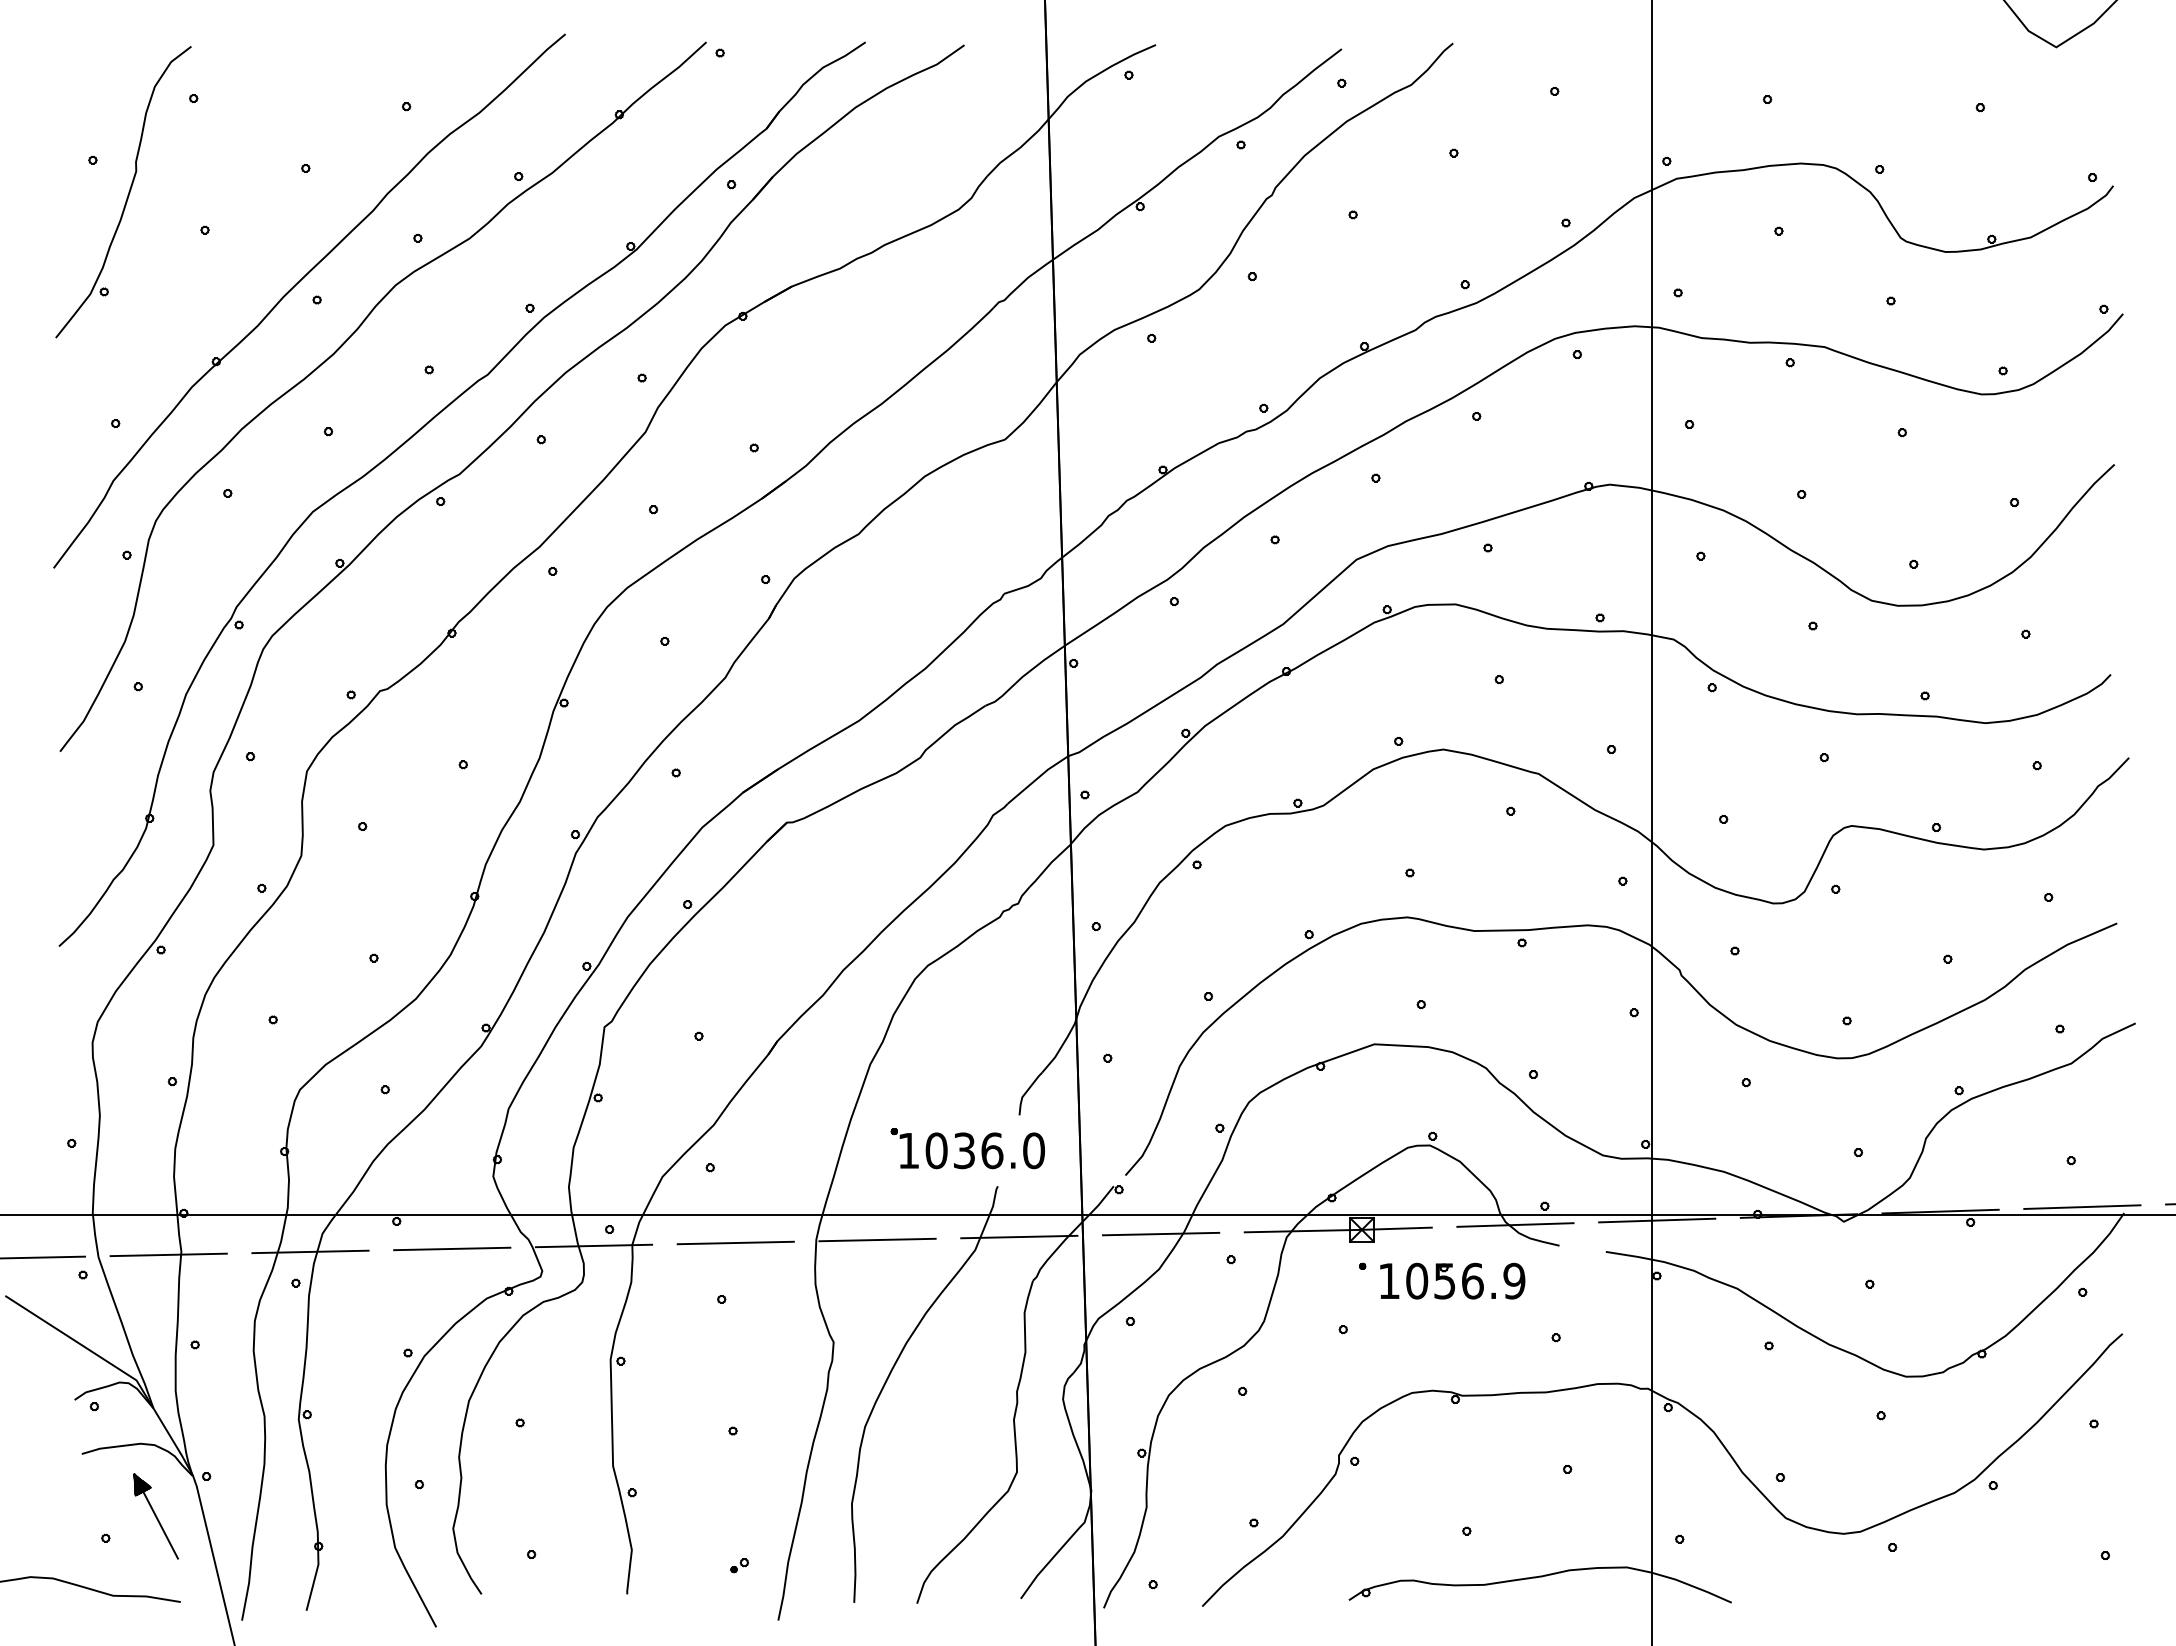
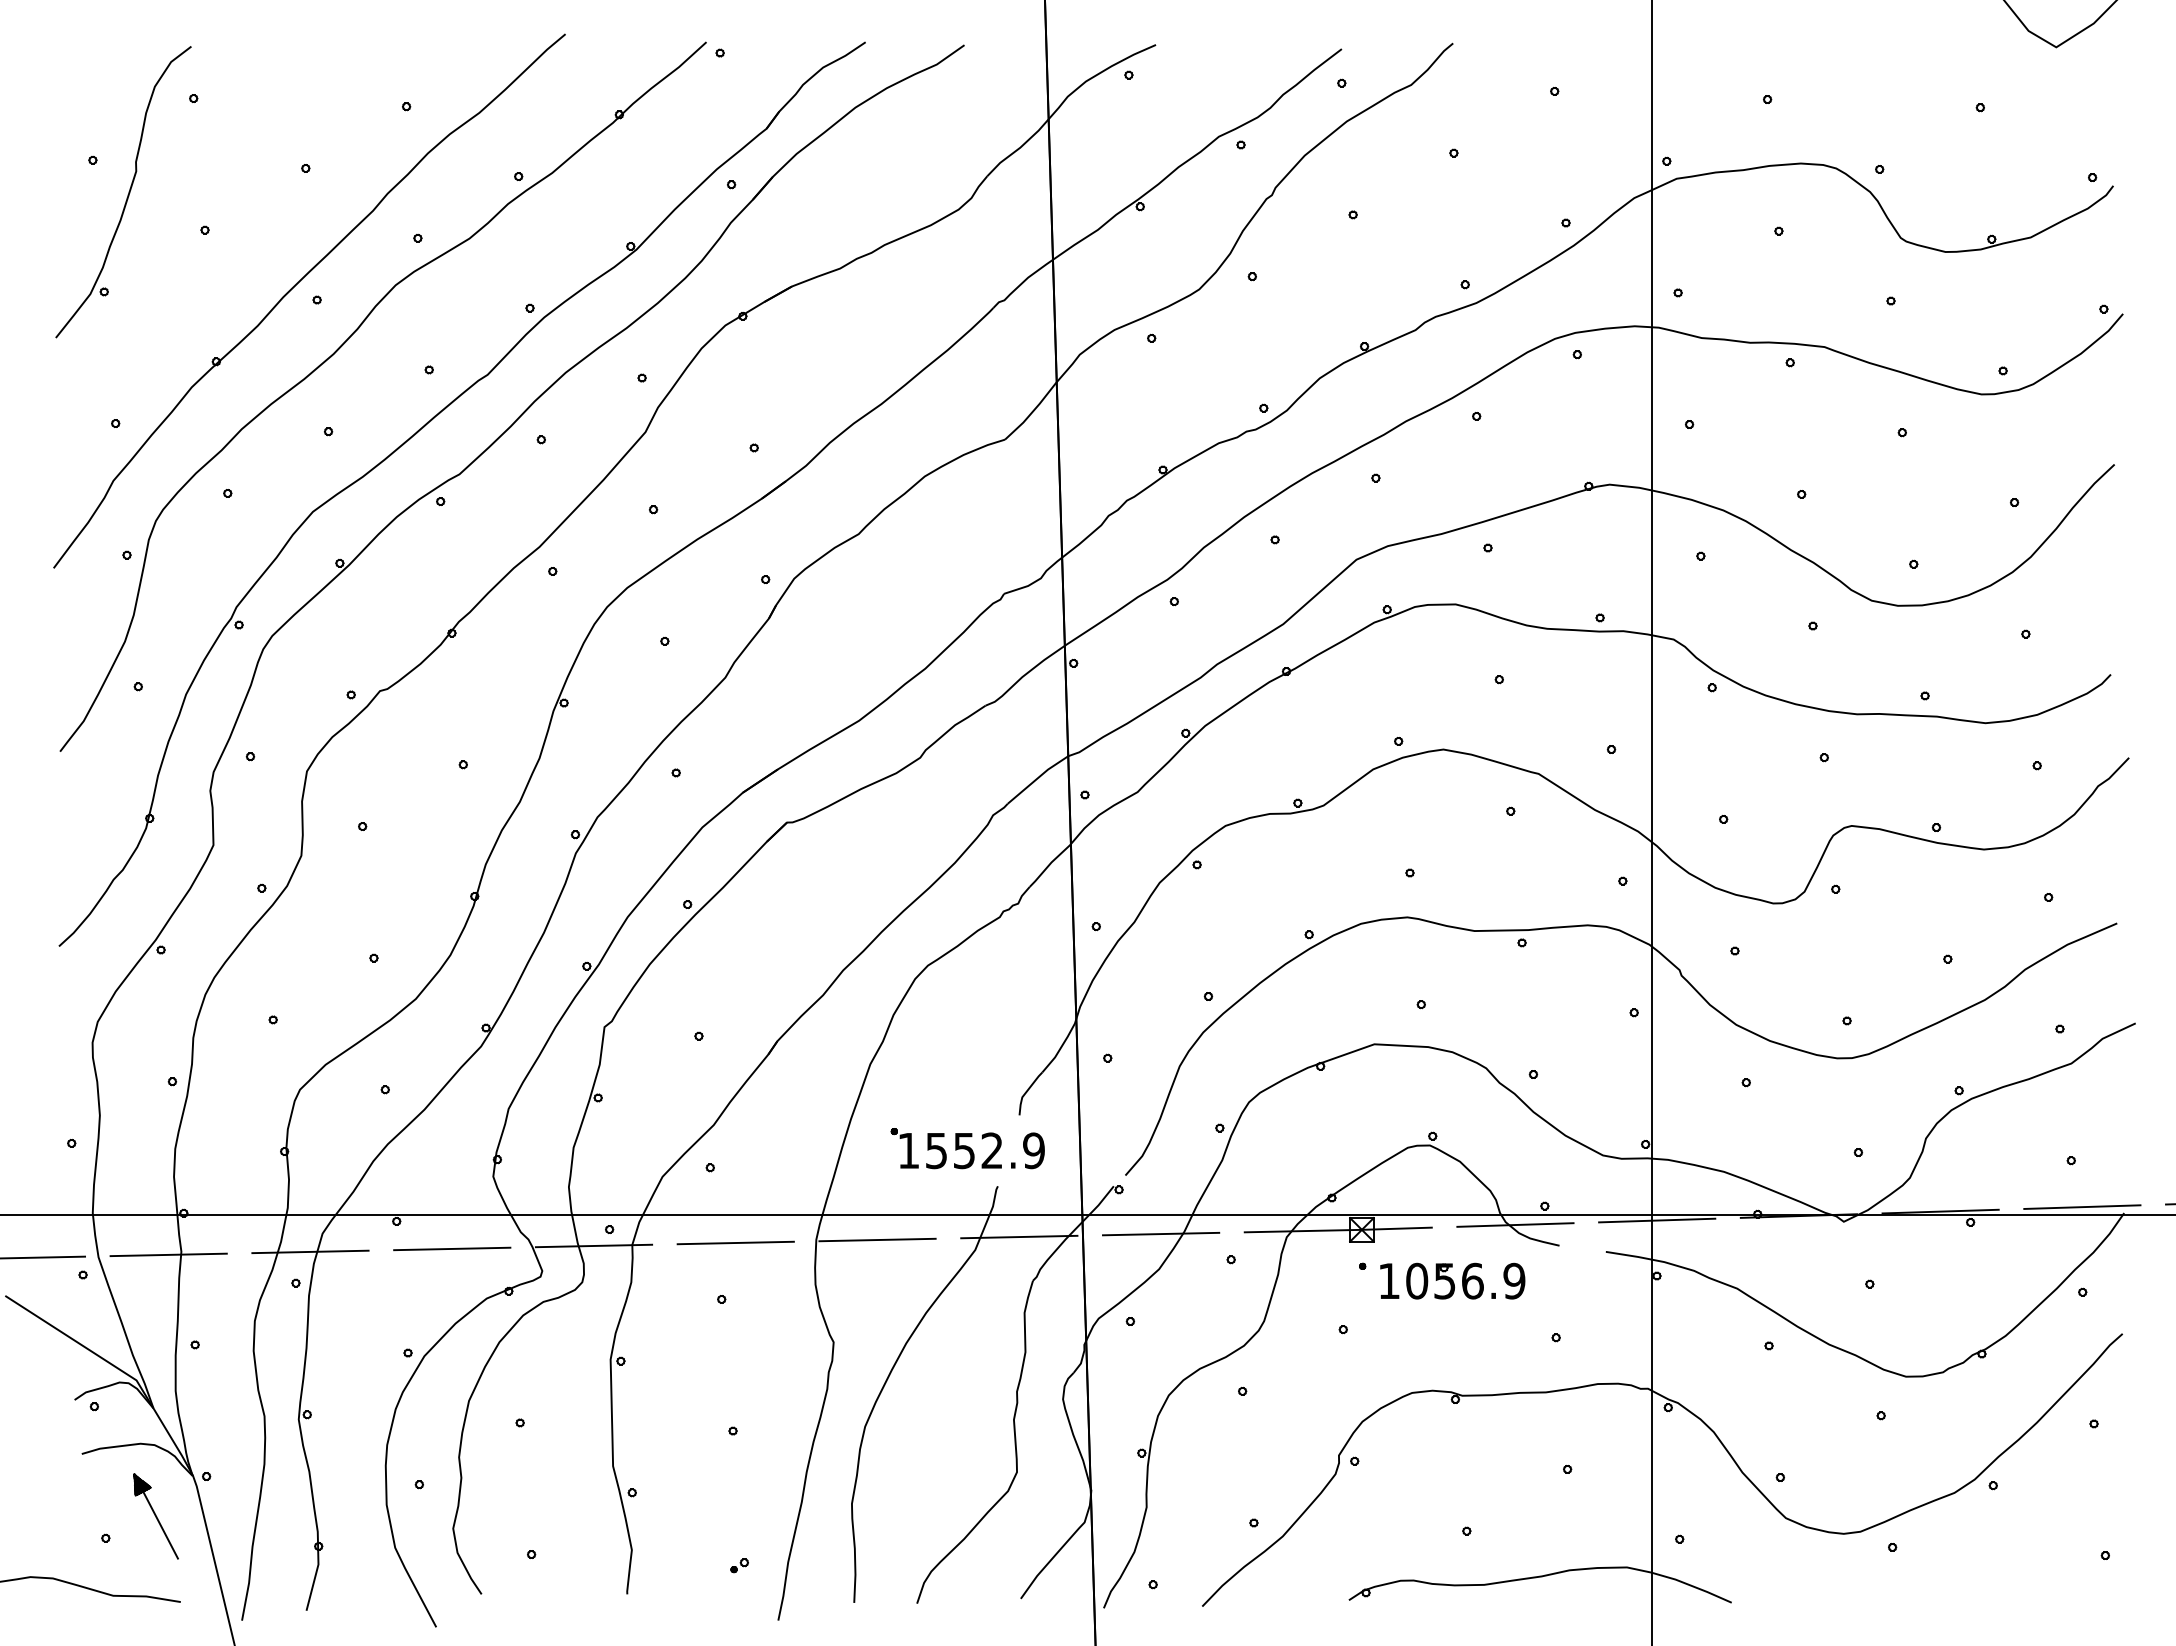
text at (985, 1150): 1036.0 -> 1552.9
